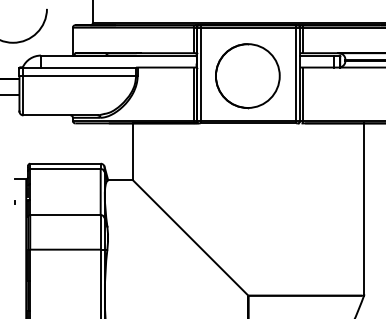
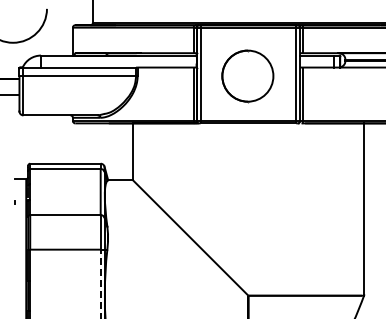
part at (247, 76) size: 66x67 px -> 54x55 px
line at (100, 283): solid -> dashed
